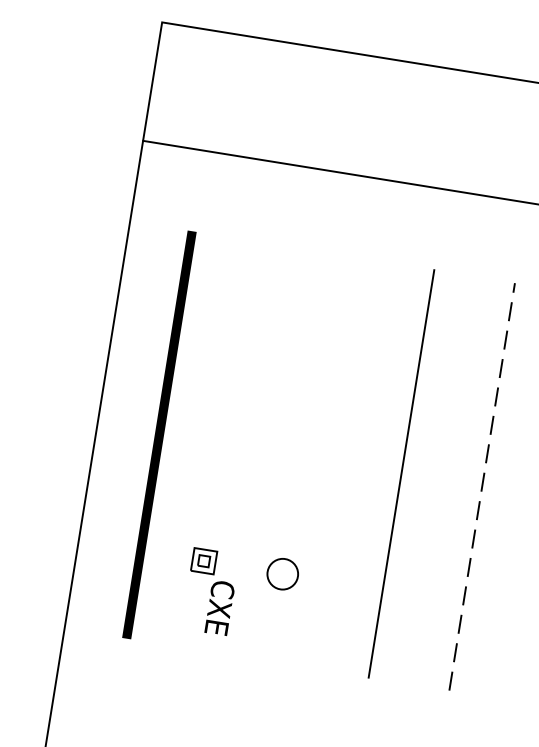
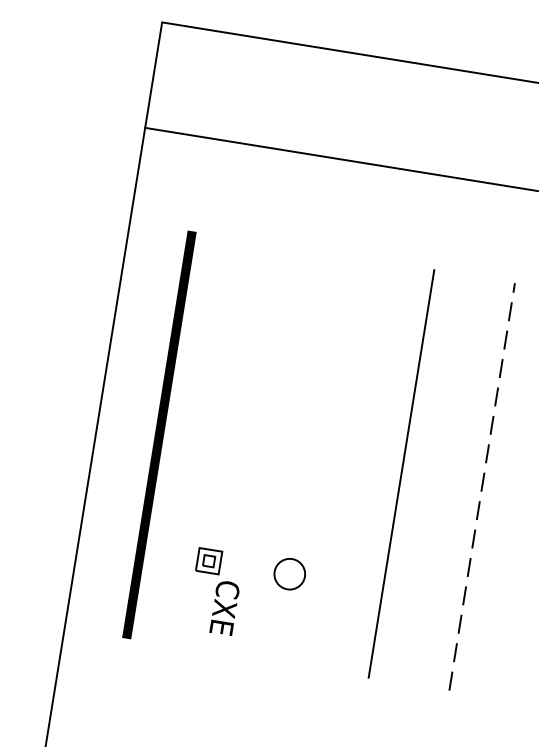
line at (339, 171) position: (339, 171) -> (340, 158)
circle at (282, 574) position: (282, 574) -> (289, 574)
part at (212, 591) position: (212, 591) -> (217, 591)
